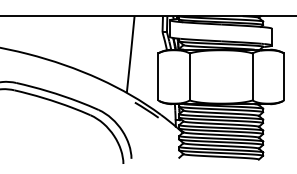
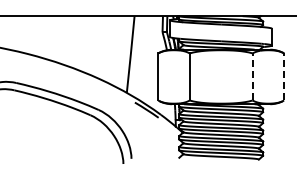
line at (252, 76): solid -> dashed
line at (284, 76): solid -> dashed
